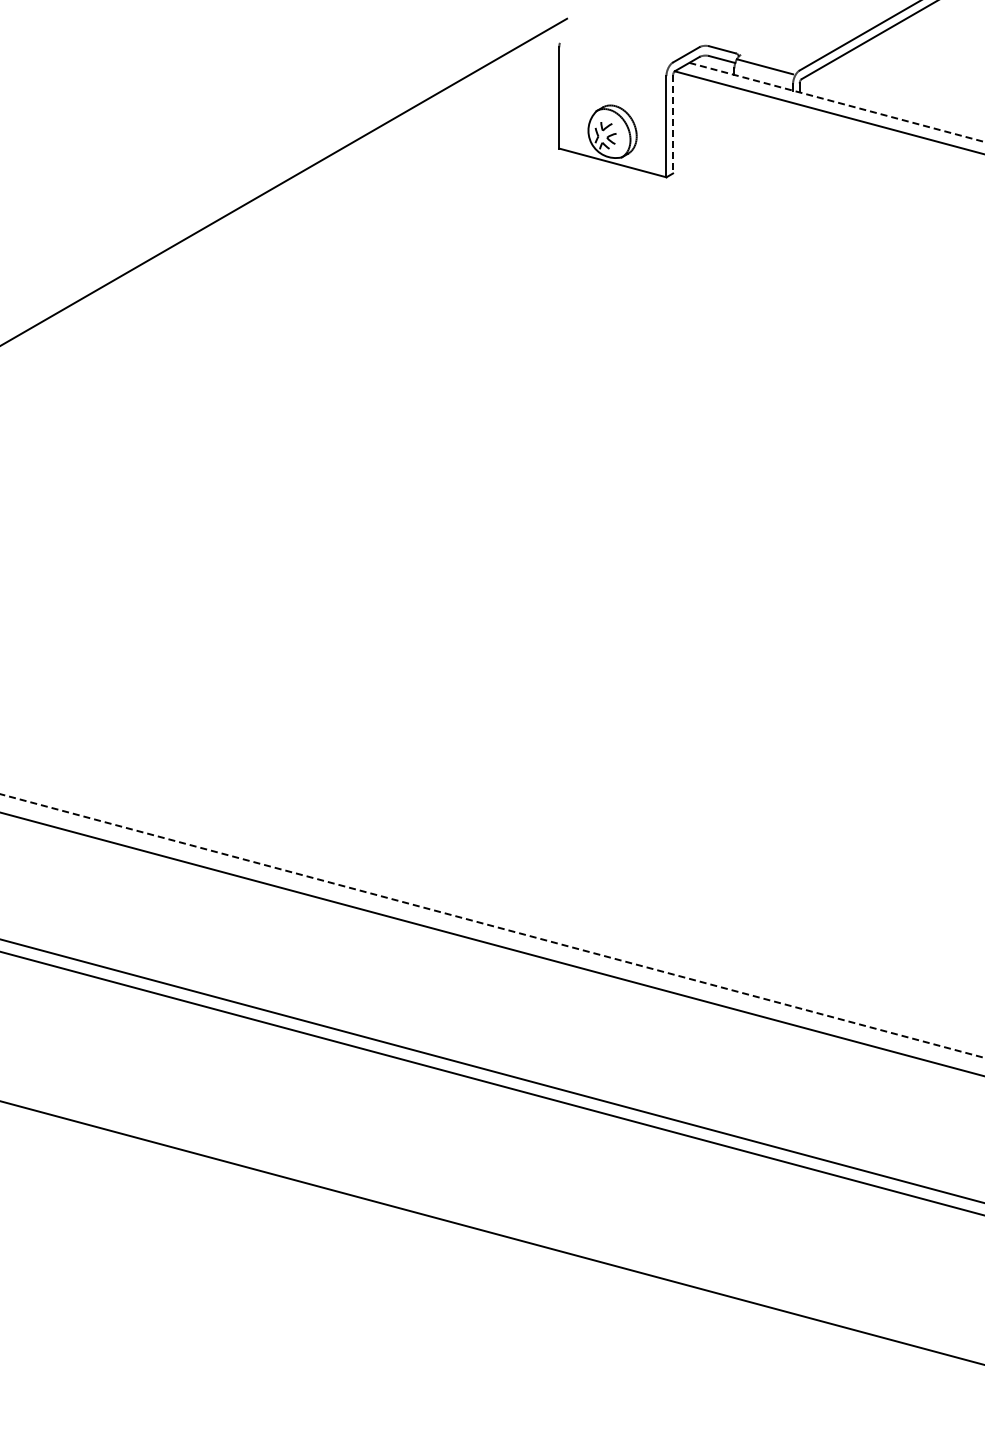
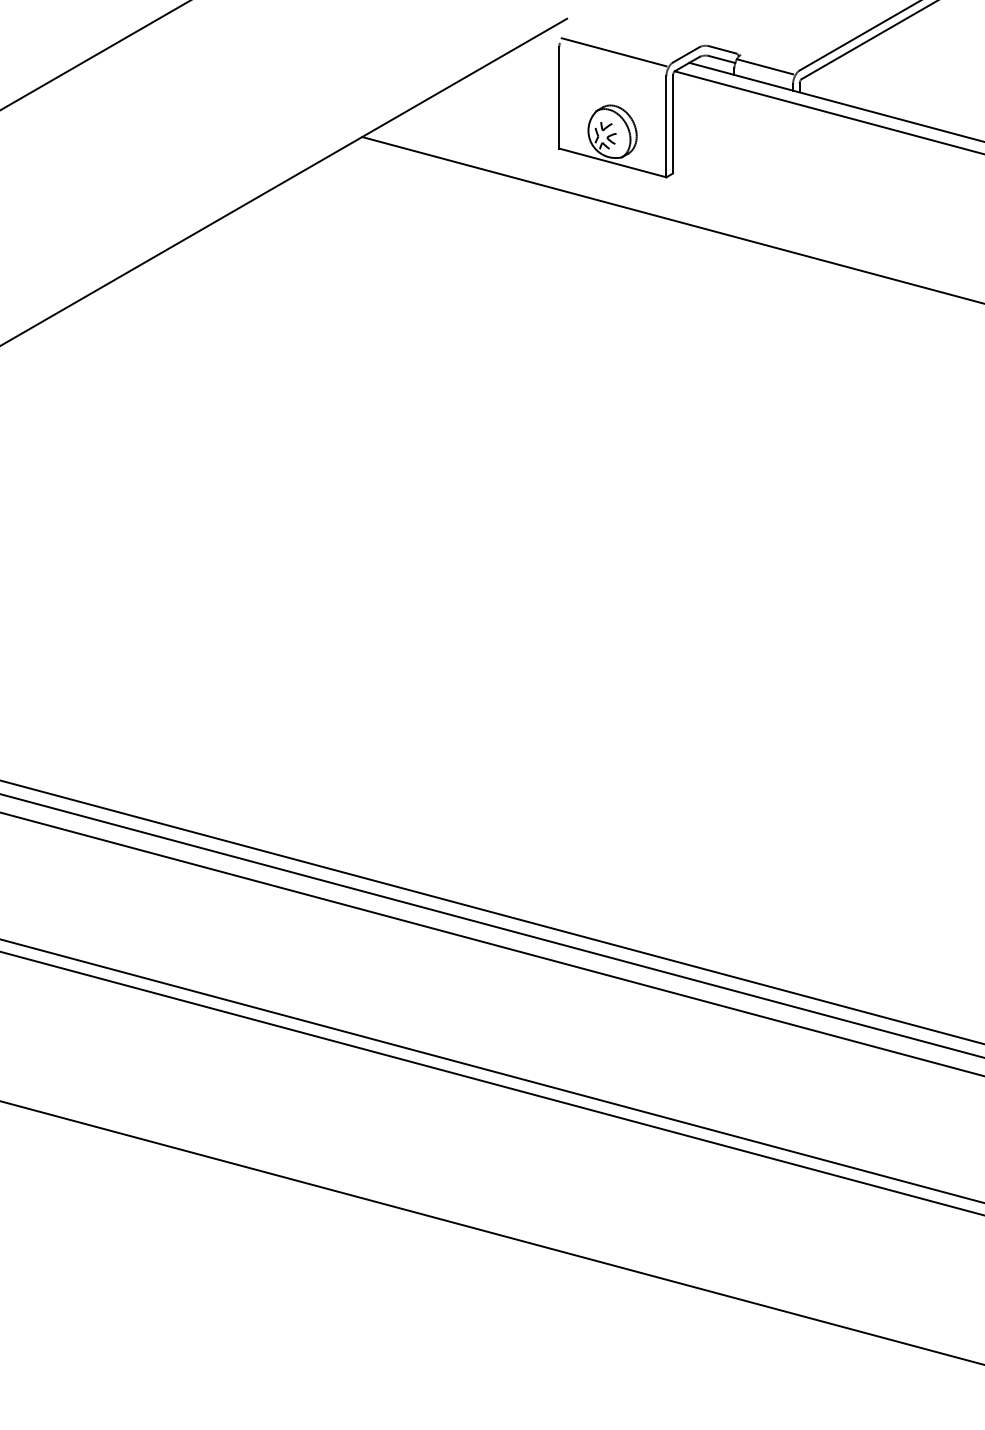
line at (613, 52): none -> present
line at (94, 55): none -> present
line at (837, 102): dashed -> solid
line at (673, 124): dashed -> solid
line at (671, 219): none -> present
line at (491, 912): none -> present
line at (491, 925): dashed -> solid
